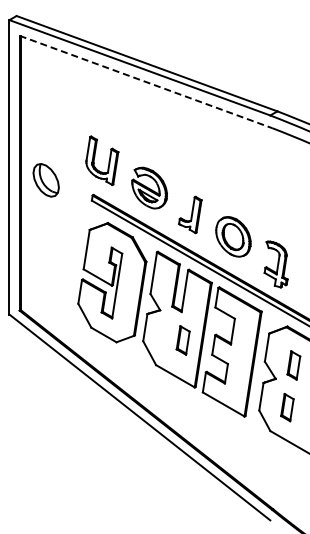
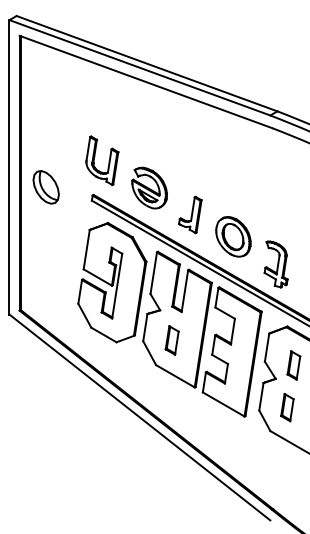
line at (146, 82): dashed -> solid
part at (45, 180) position: (45, 180) -> (45, 187)
part at (182, 340) position: (182, 340) -> (171, 340)
